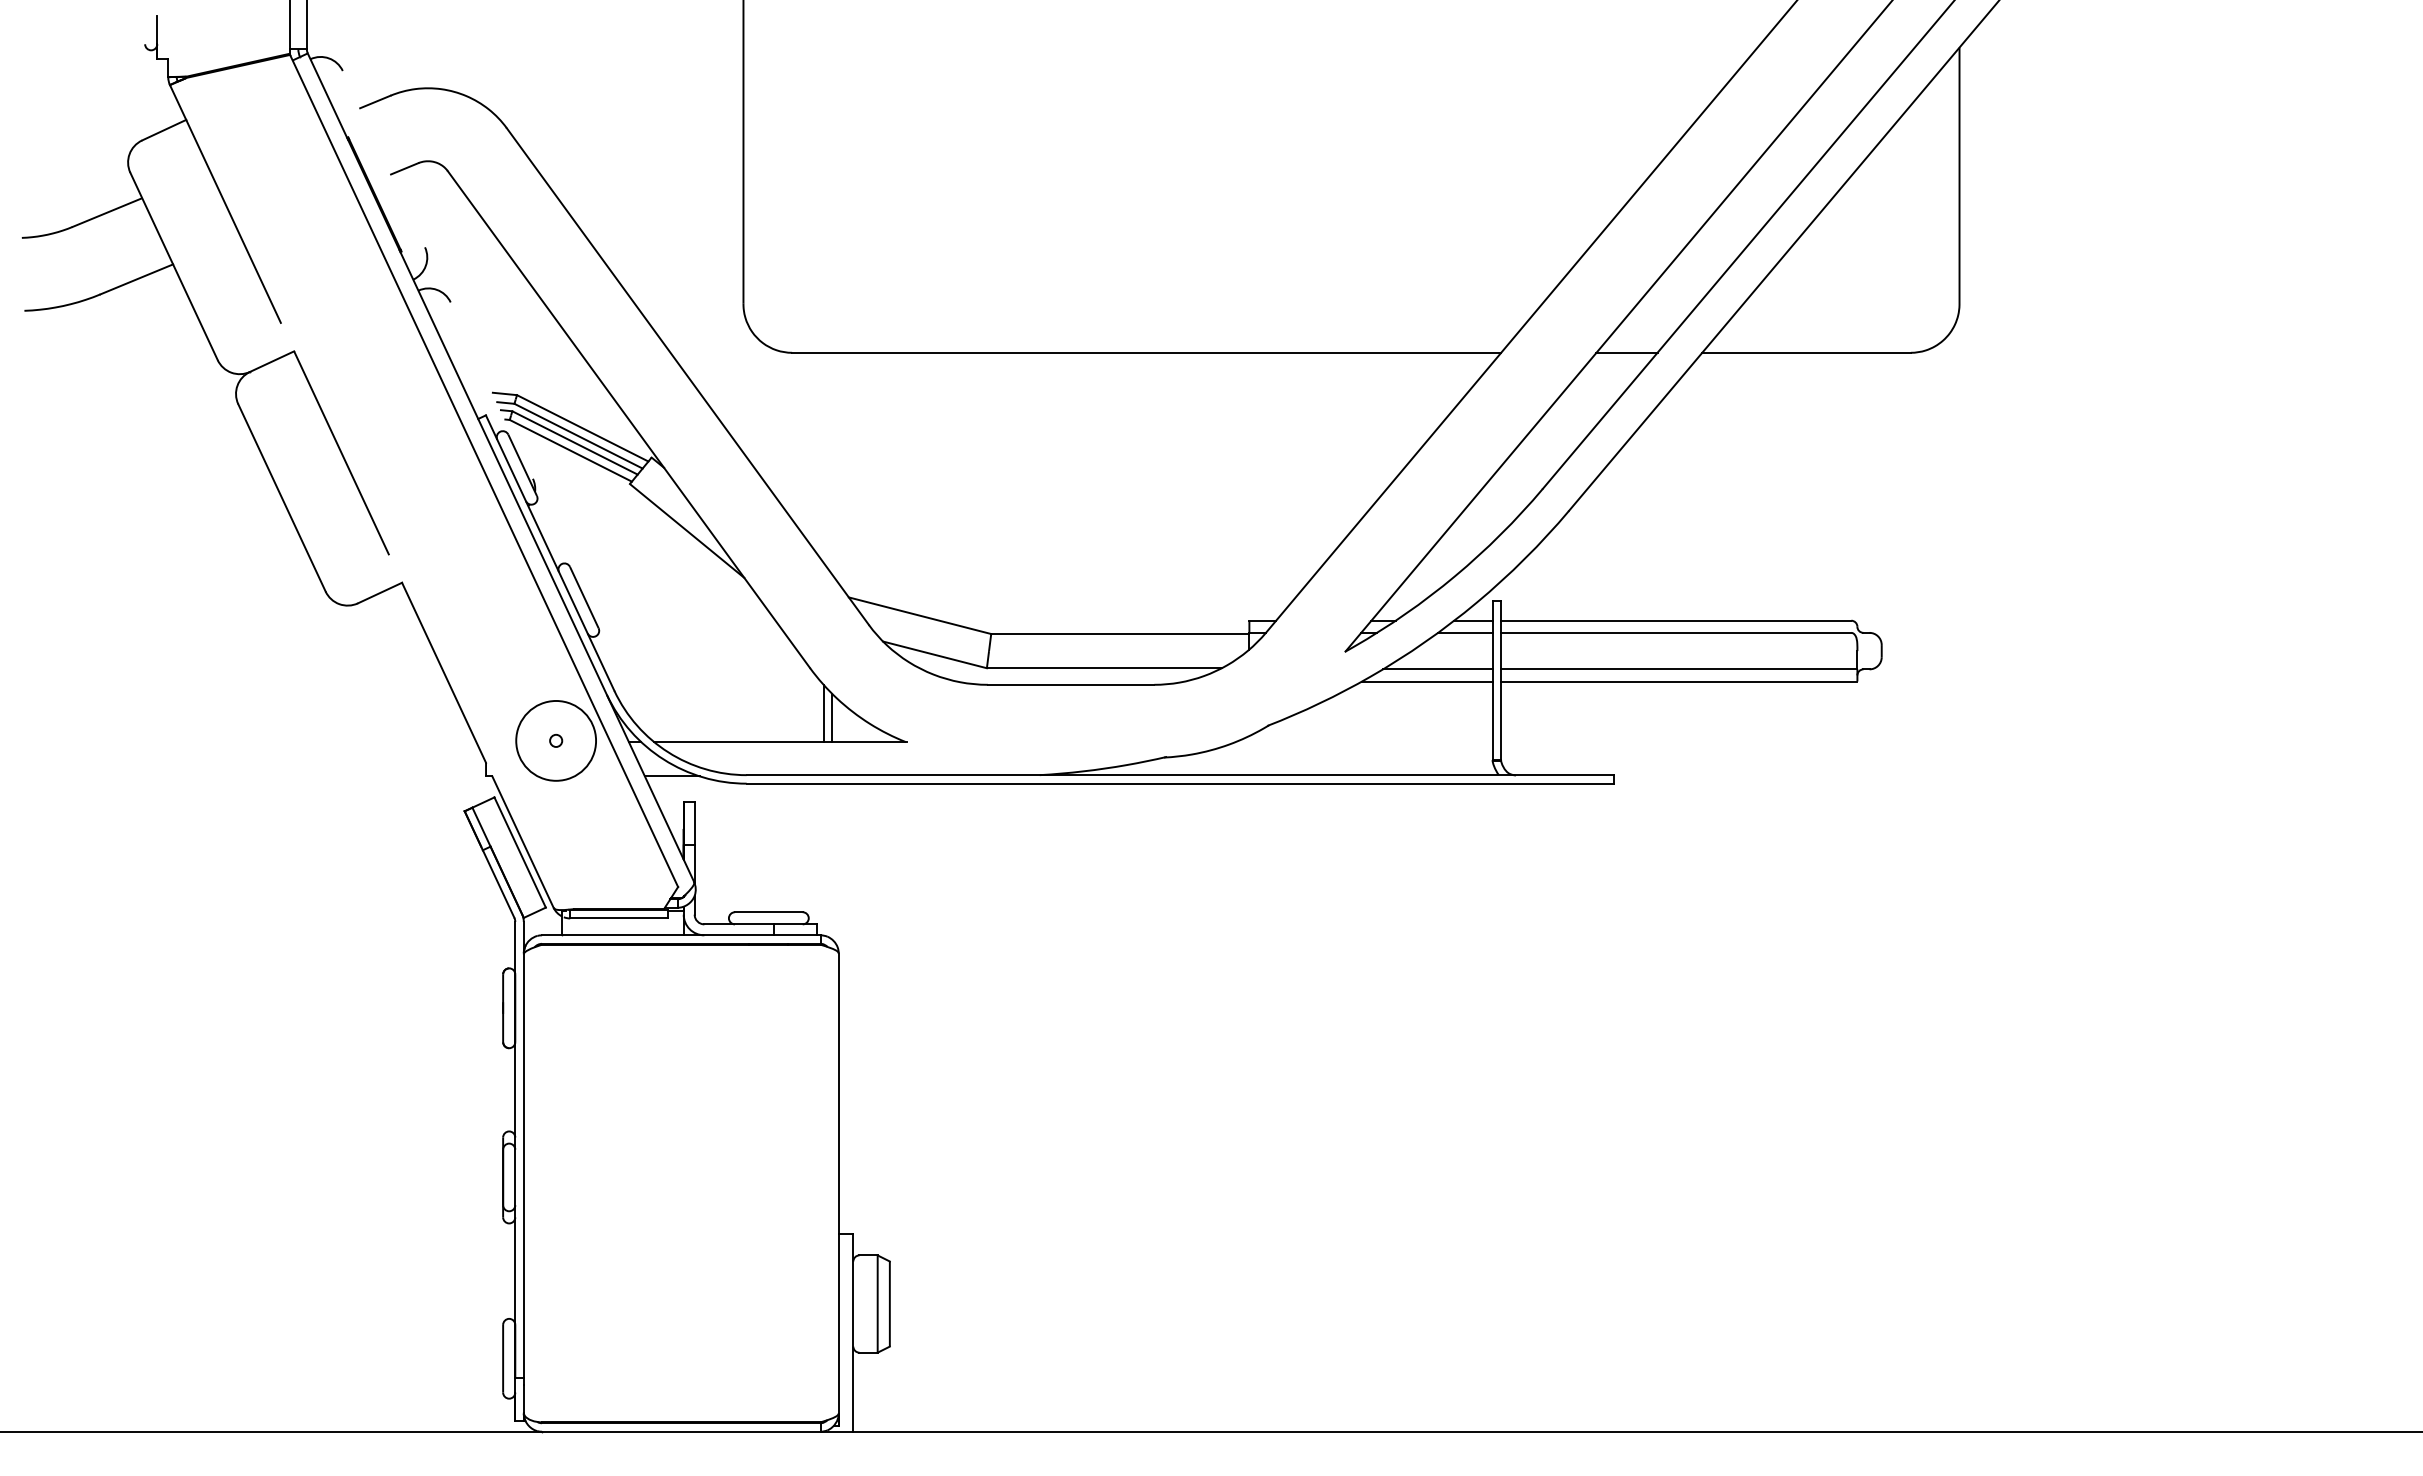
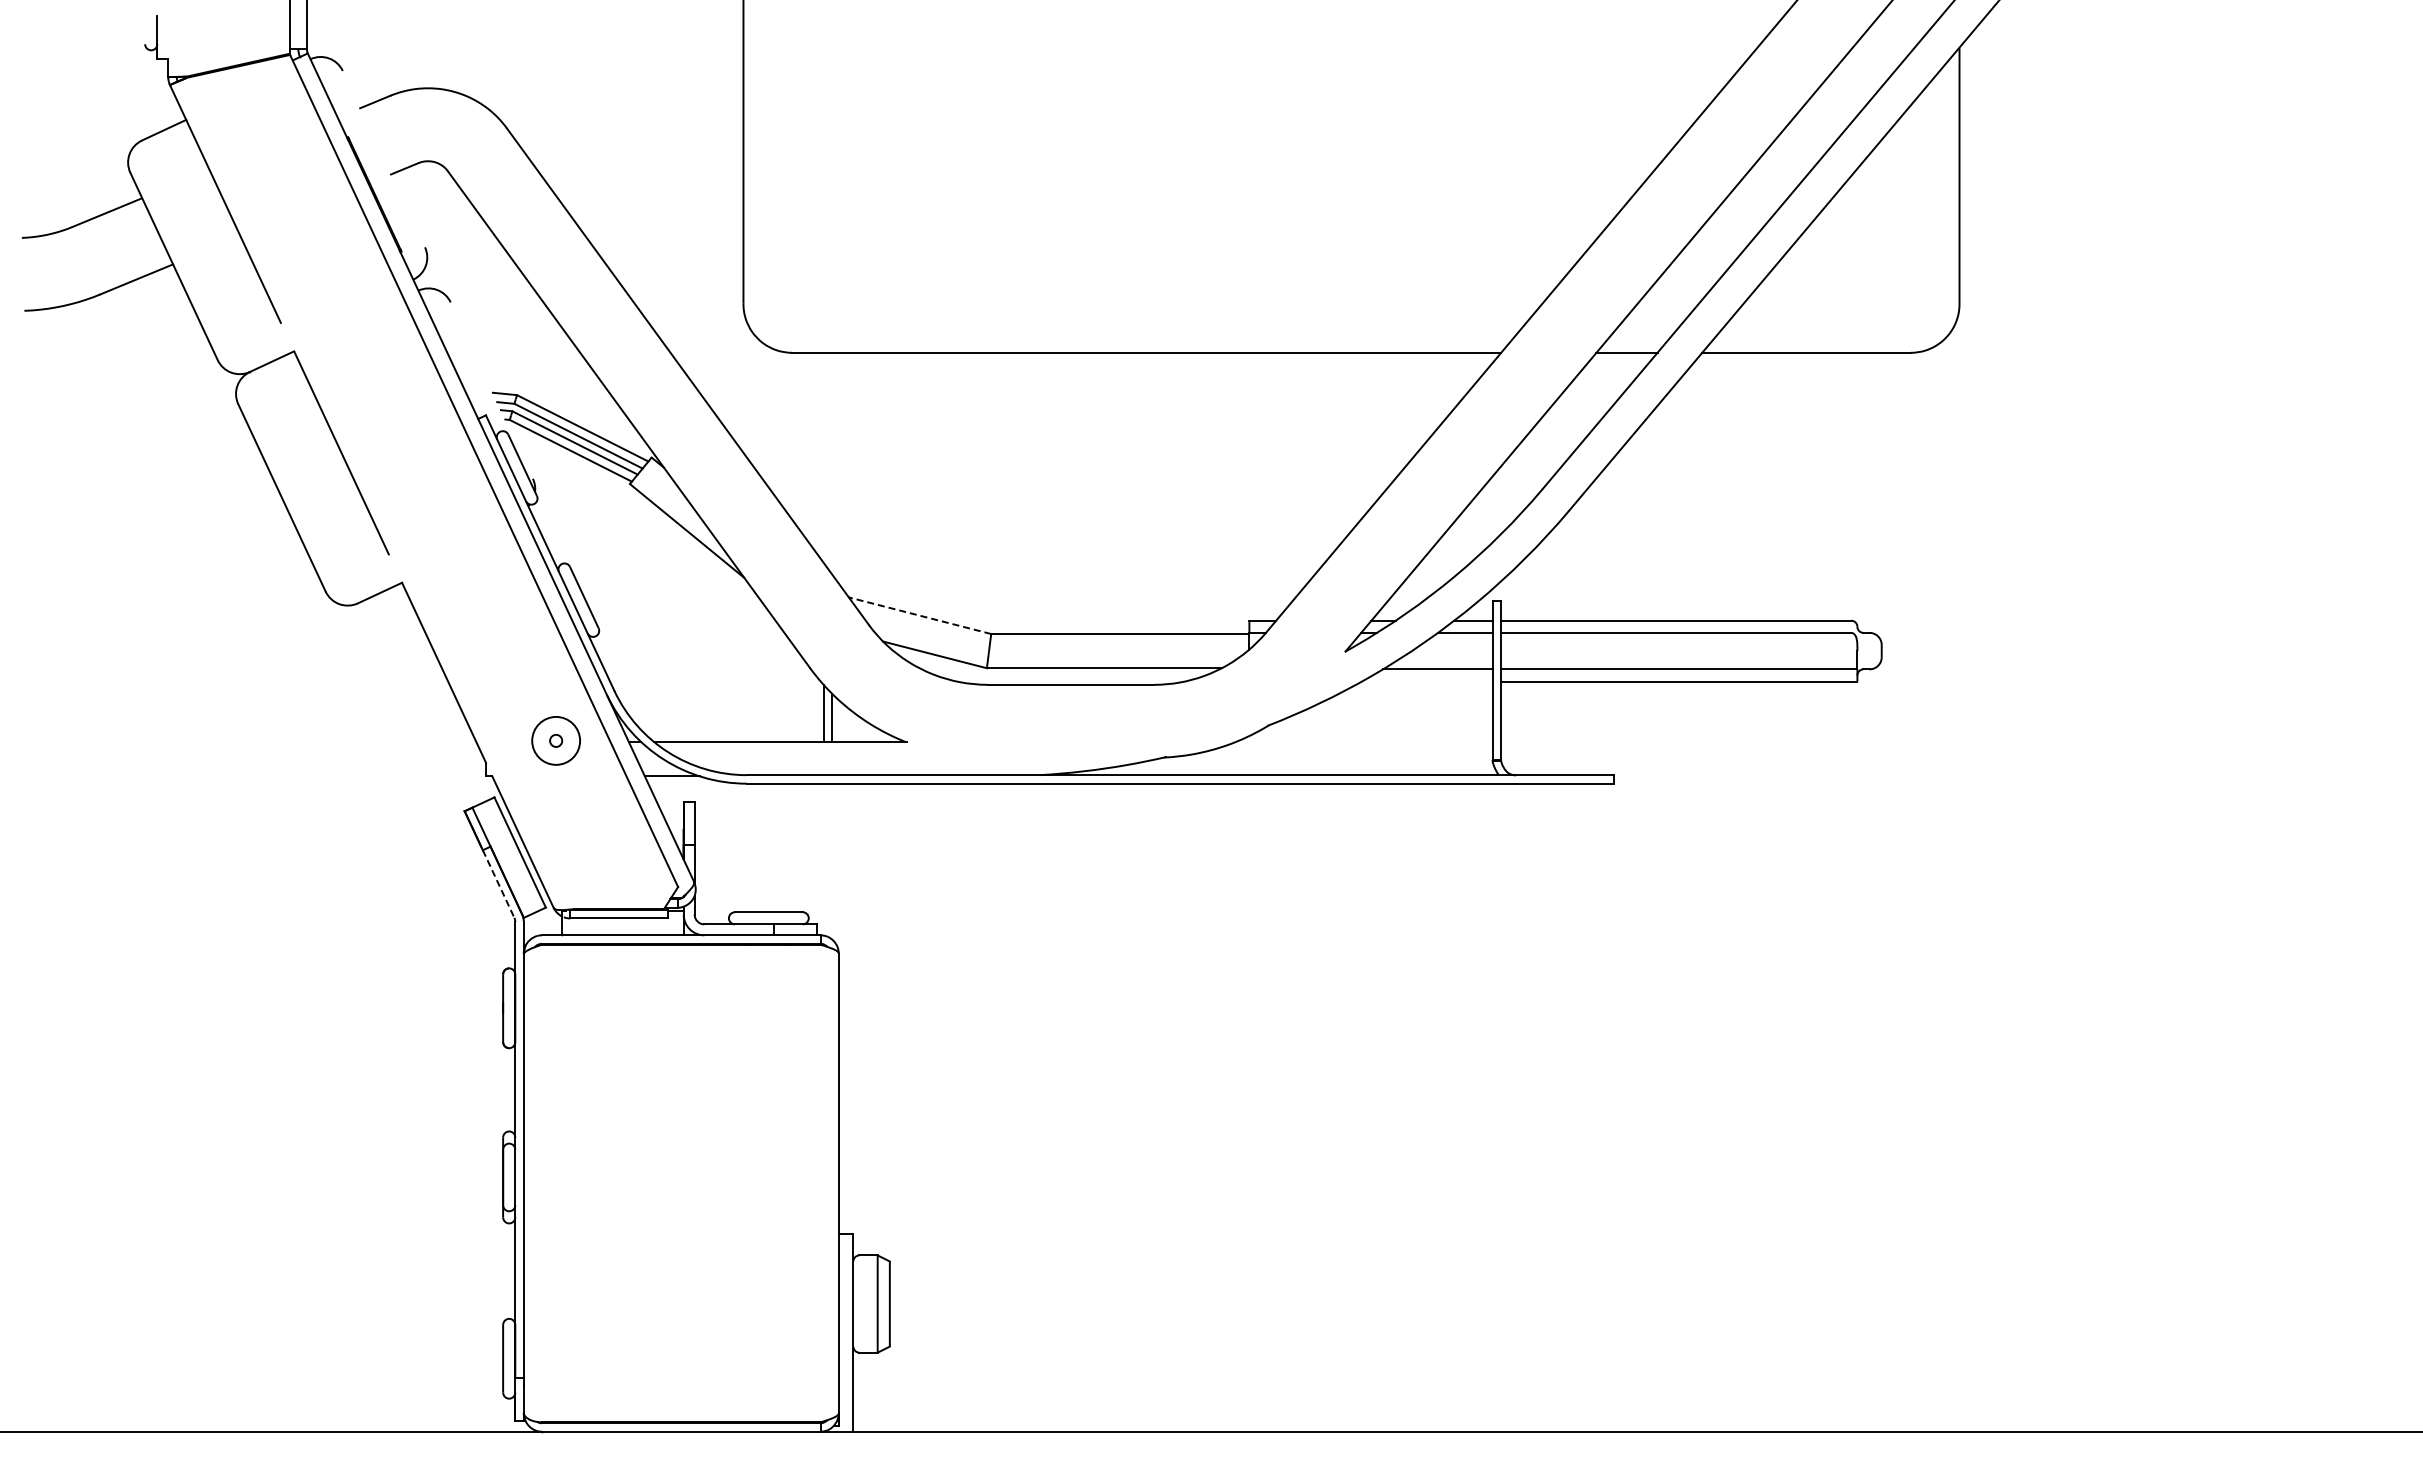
line at (920, 615): solid -> dashed
line at (1427, 681): present -> none
circle at (556, 740) diameter: 80 px -> 48 px
line at (498, 884): solid -> dashed
